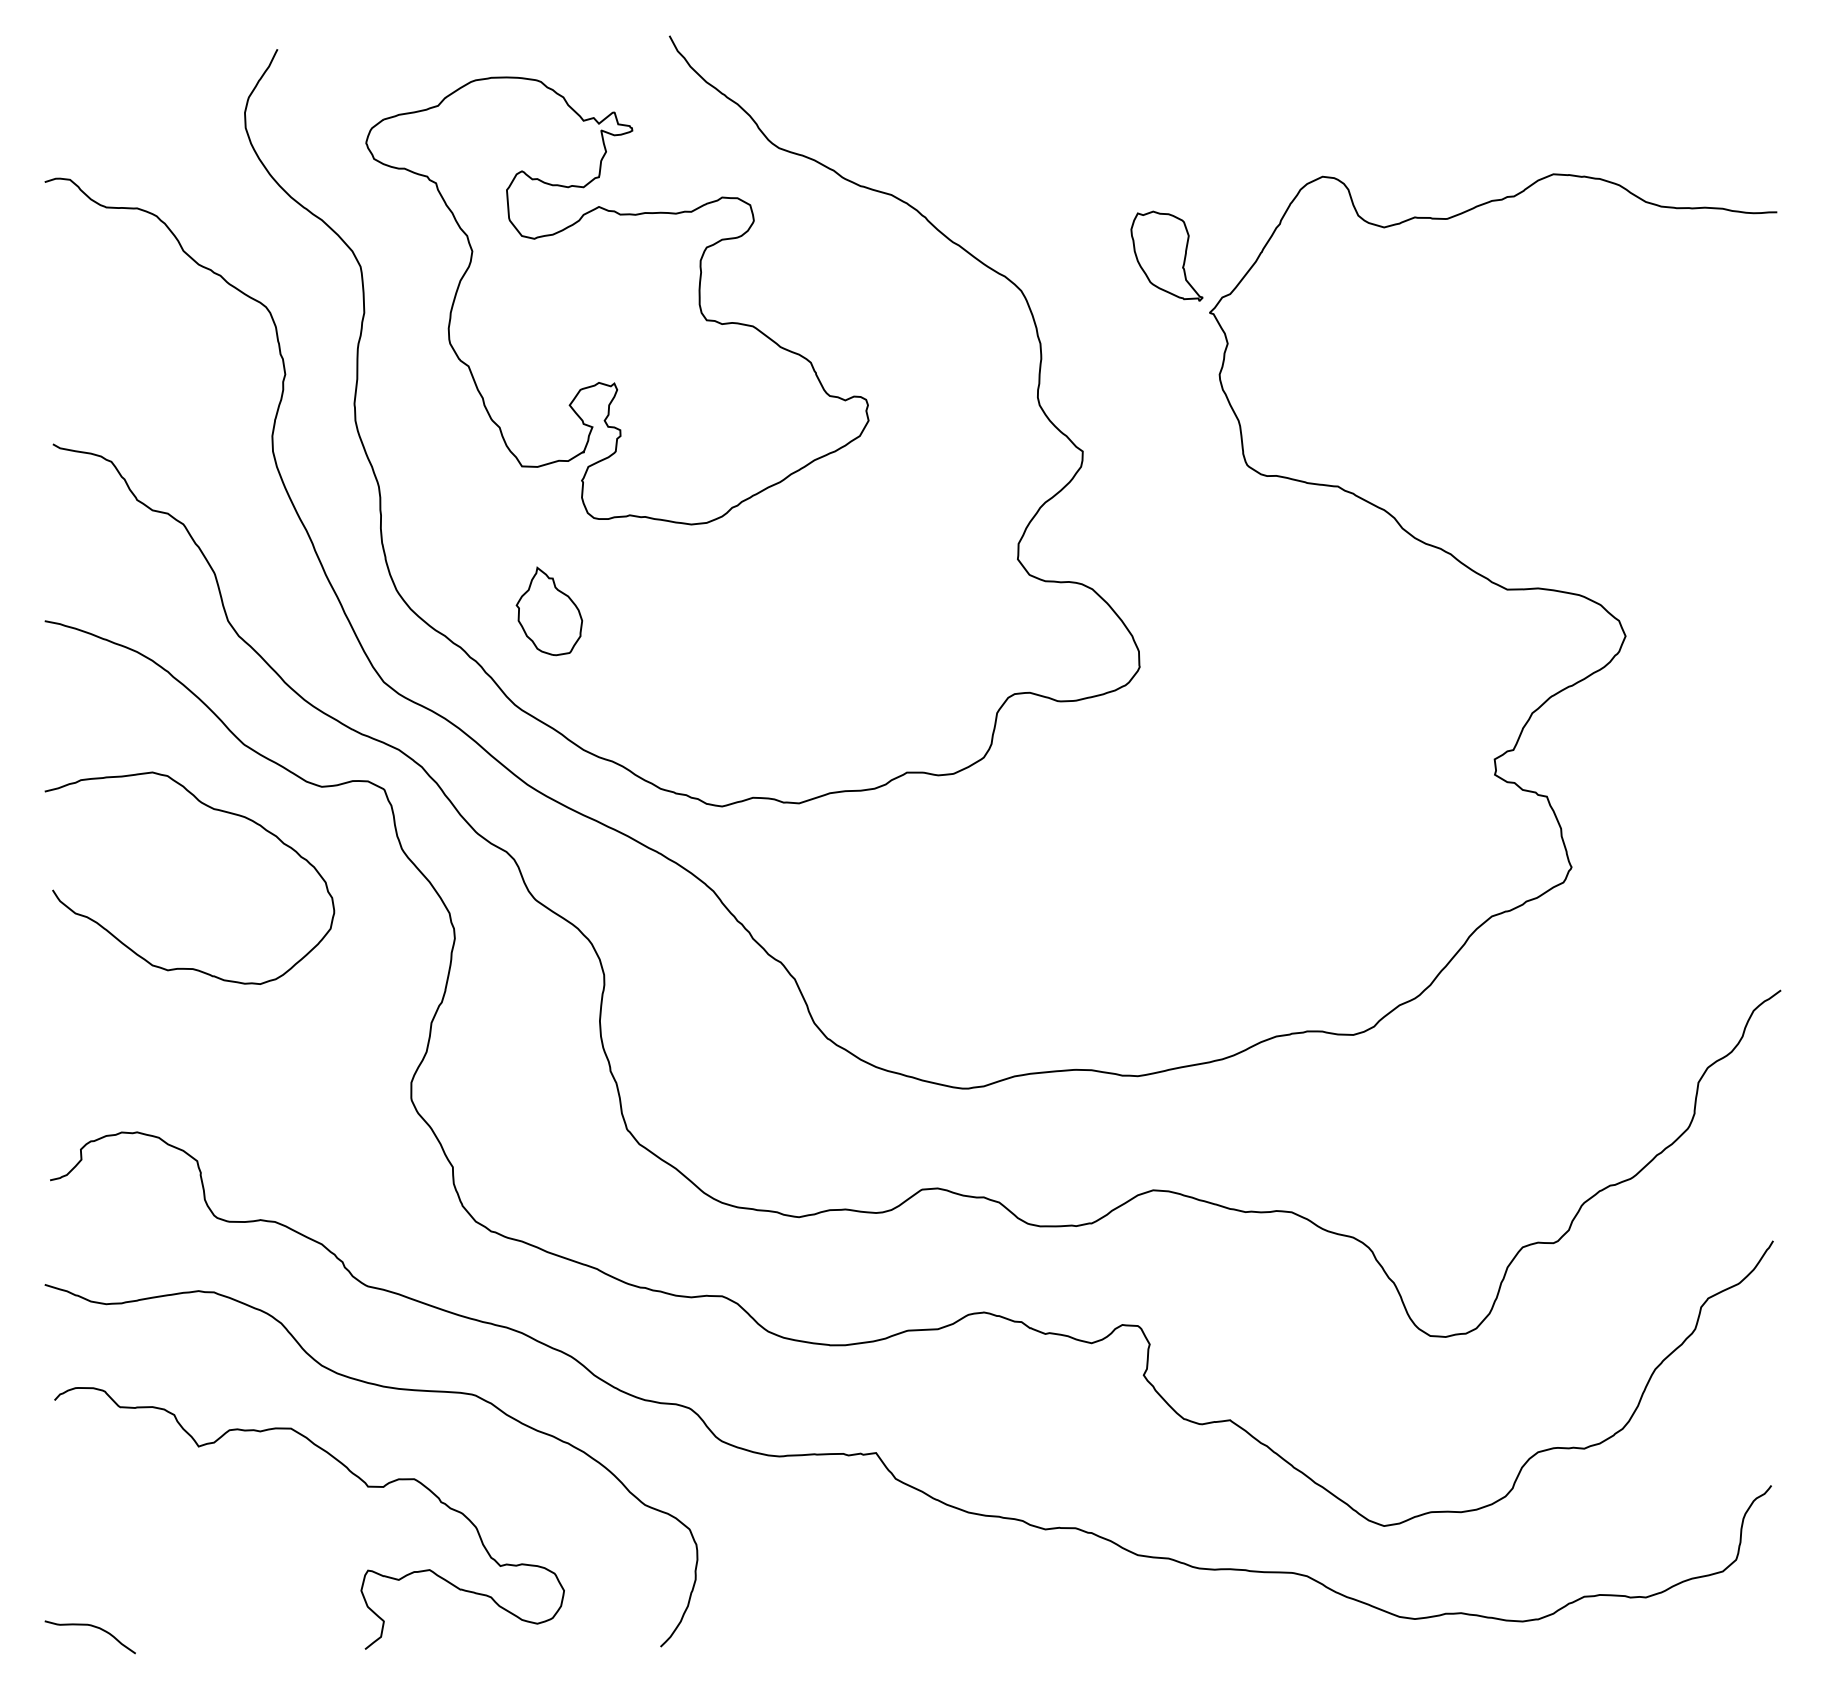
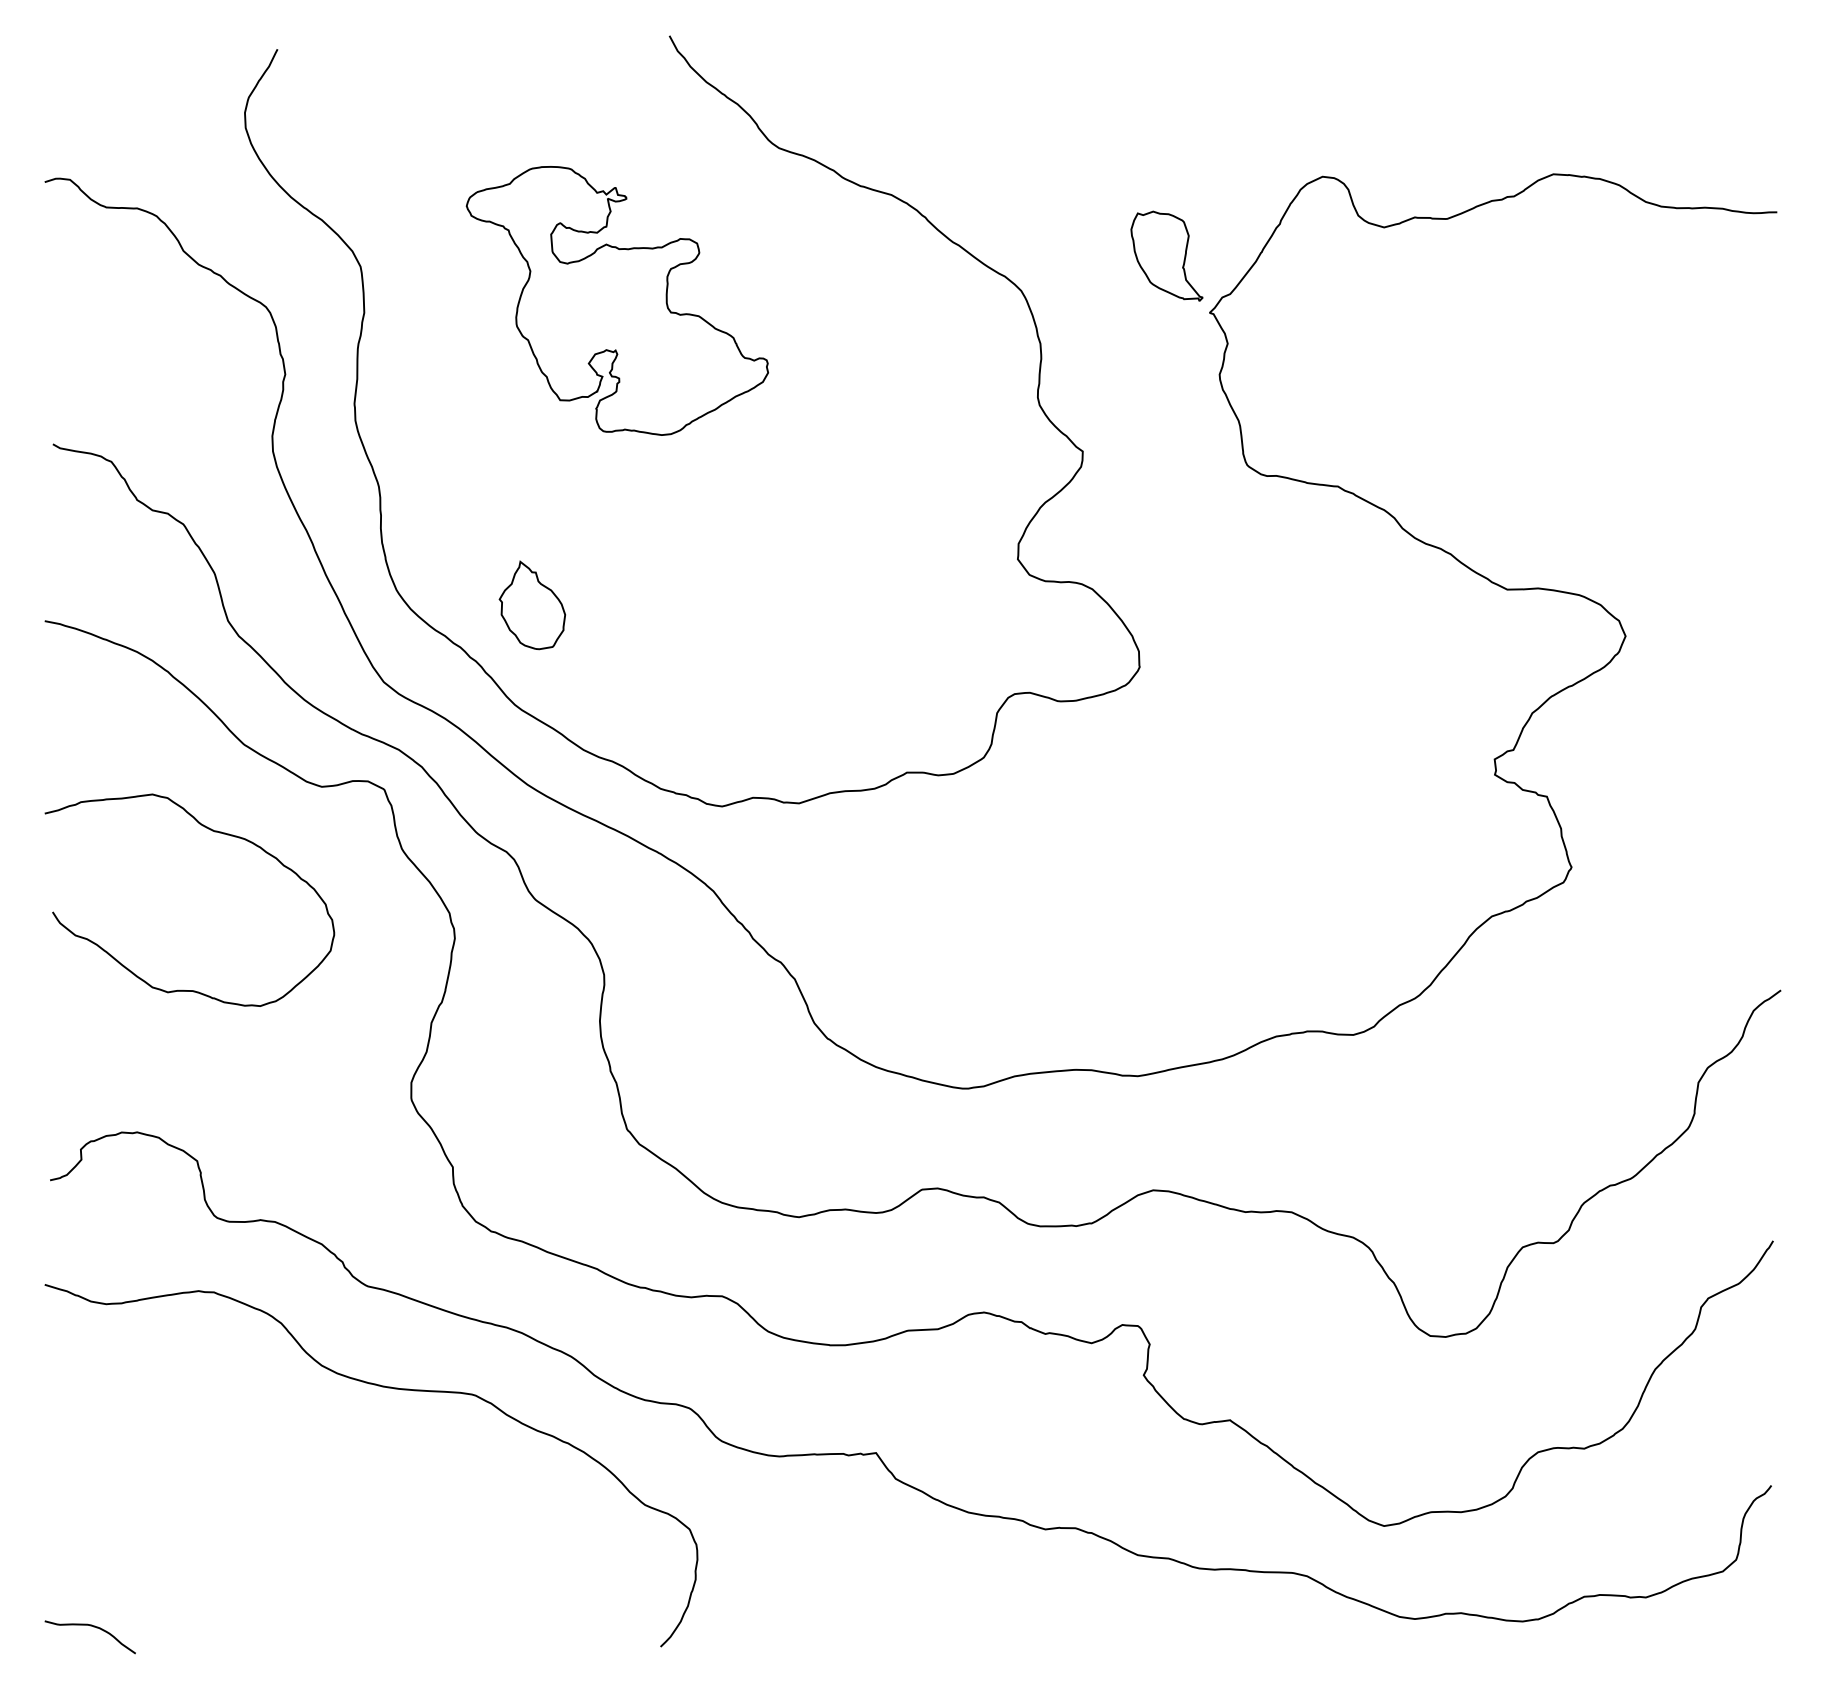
part at (617, 300) size: 505x450 px -> 304x270 px
part at (548, 611) position: (548, 611) -> (531, 605)
curve at (214, 810) position: (214, 810) -> (214, 832)
curve at (352, 1474): present -> none
